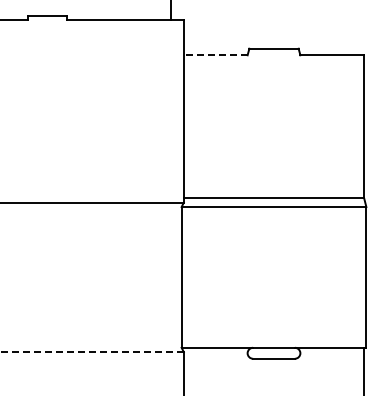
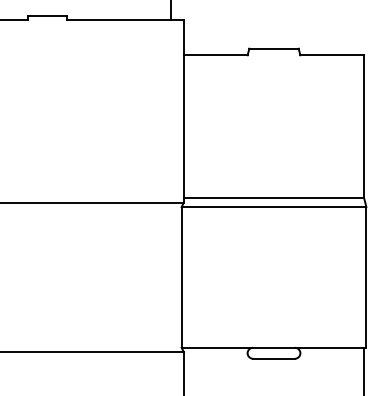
line at (215, 55): dashed -> solid
line at (91, 352): dashed -> solid
